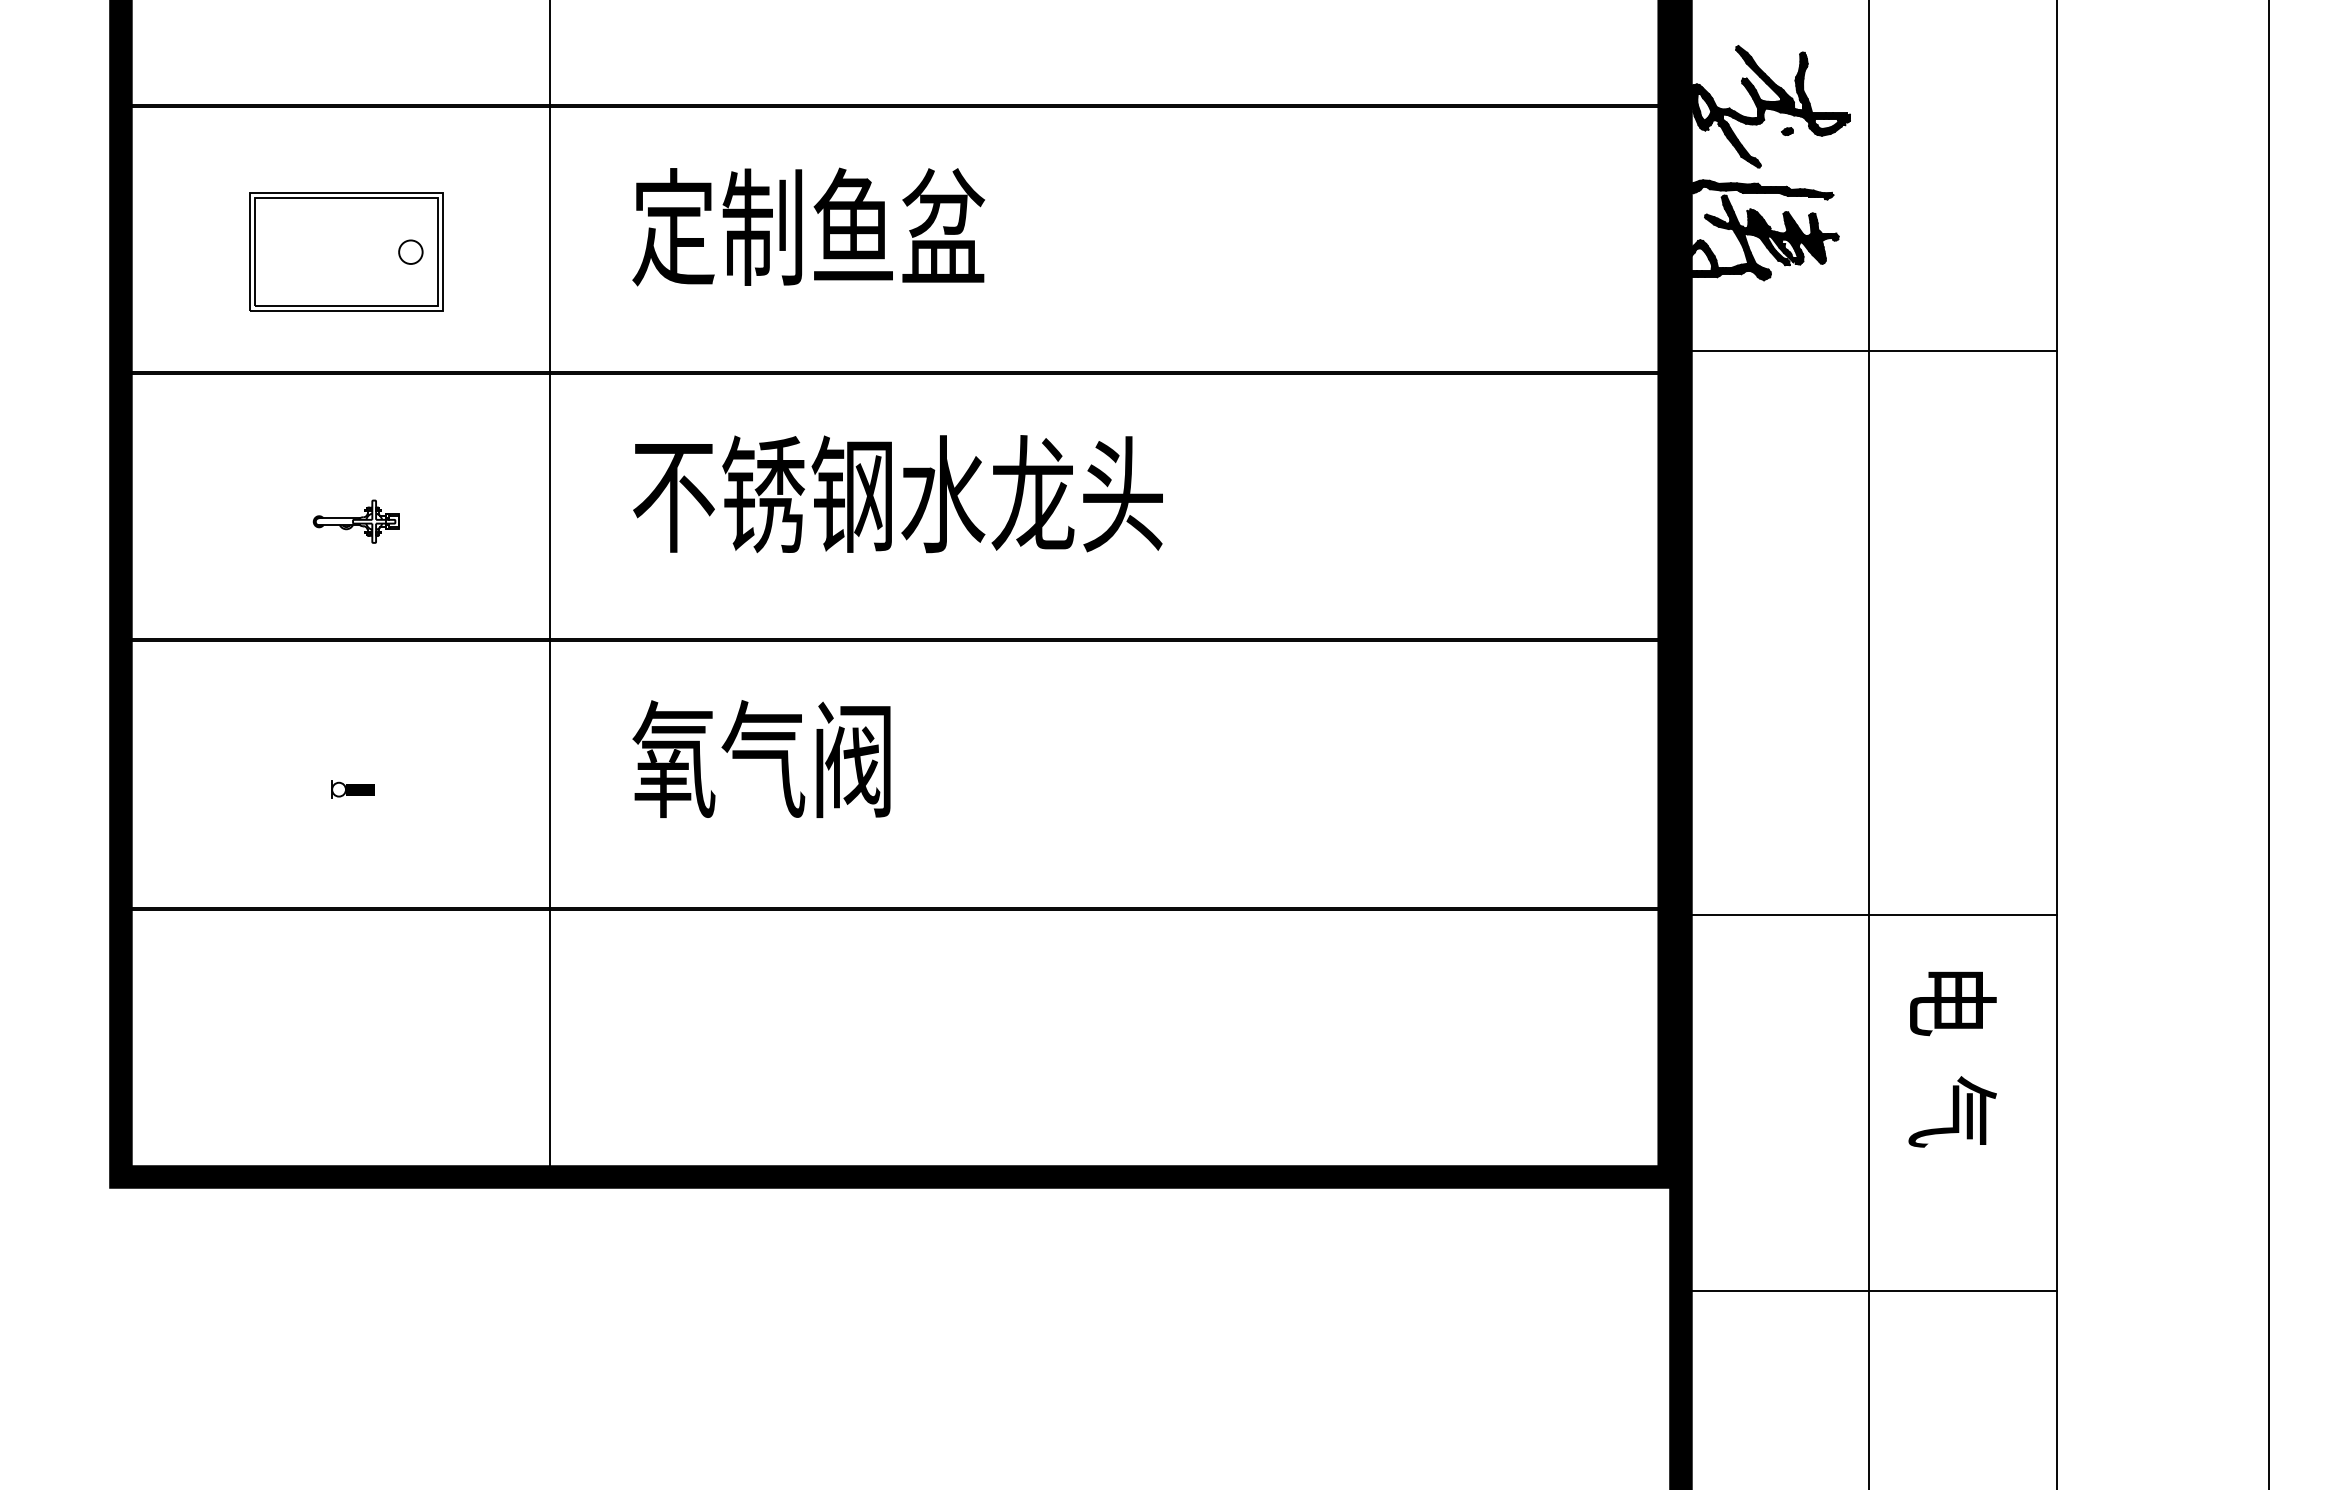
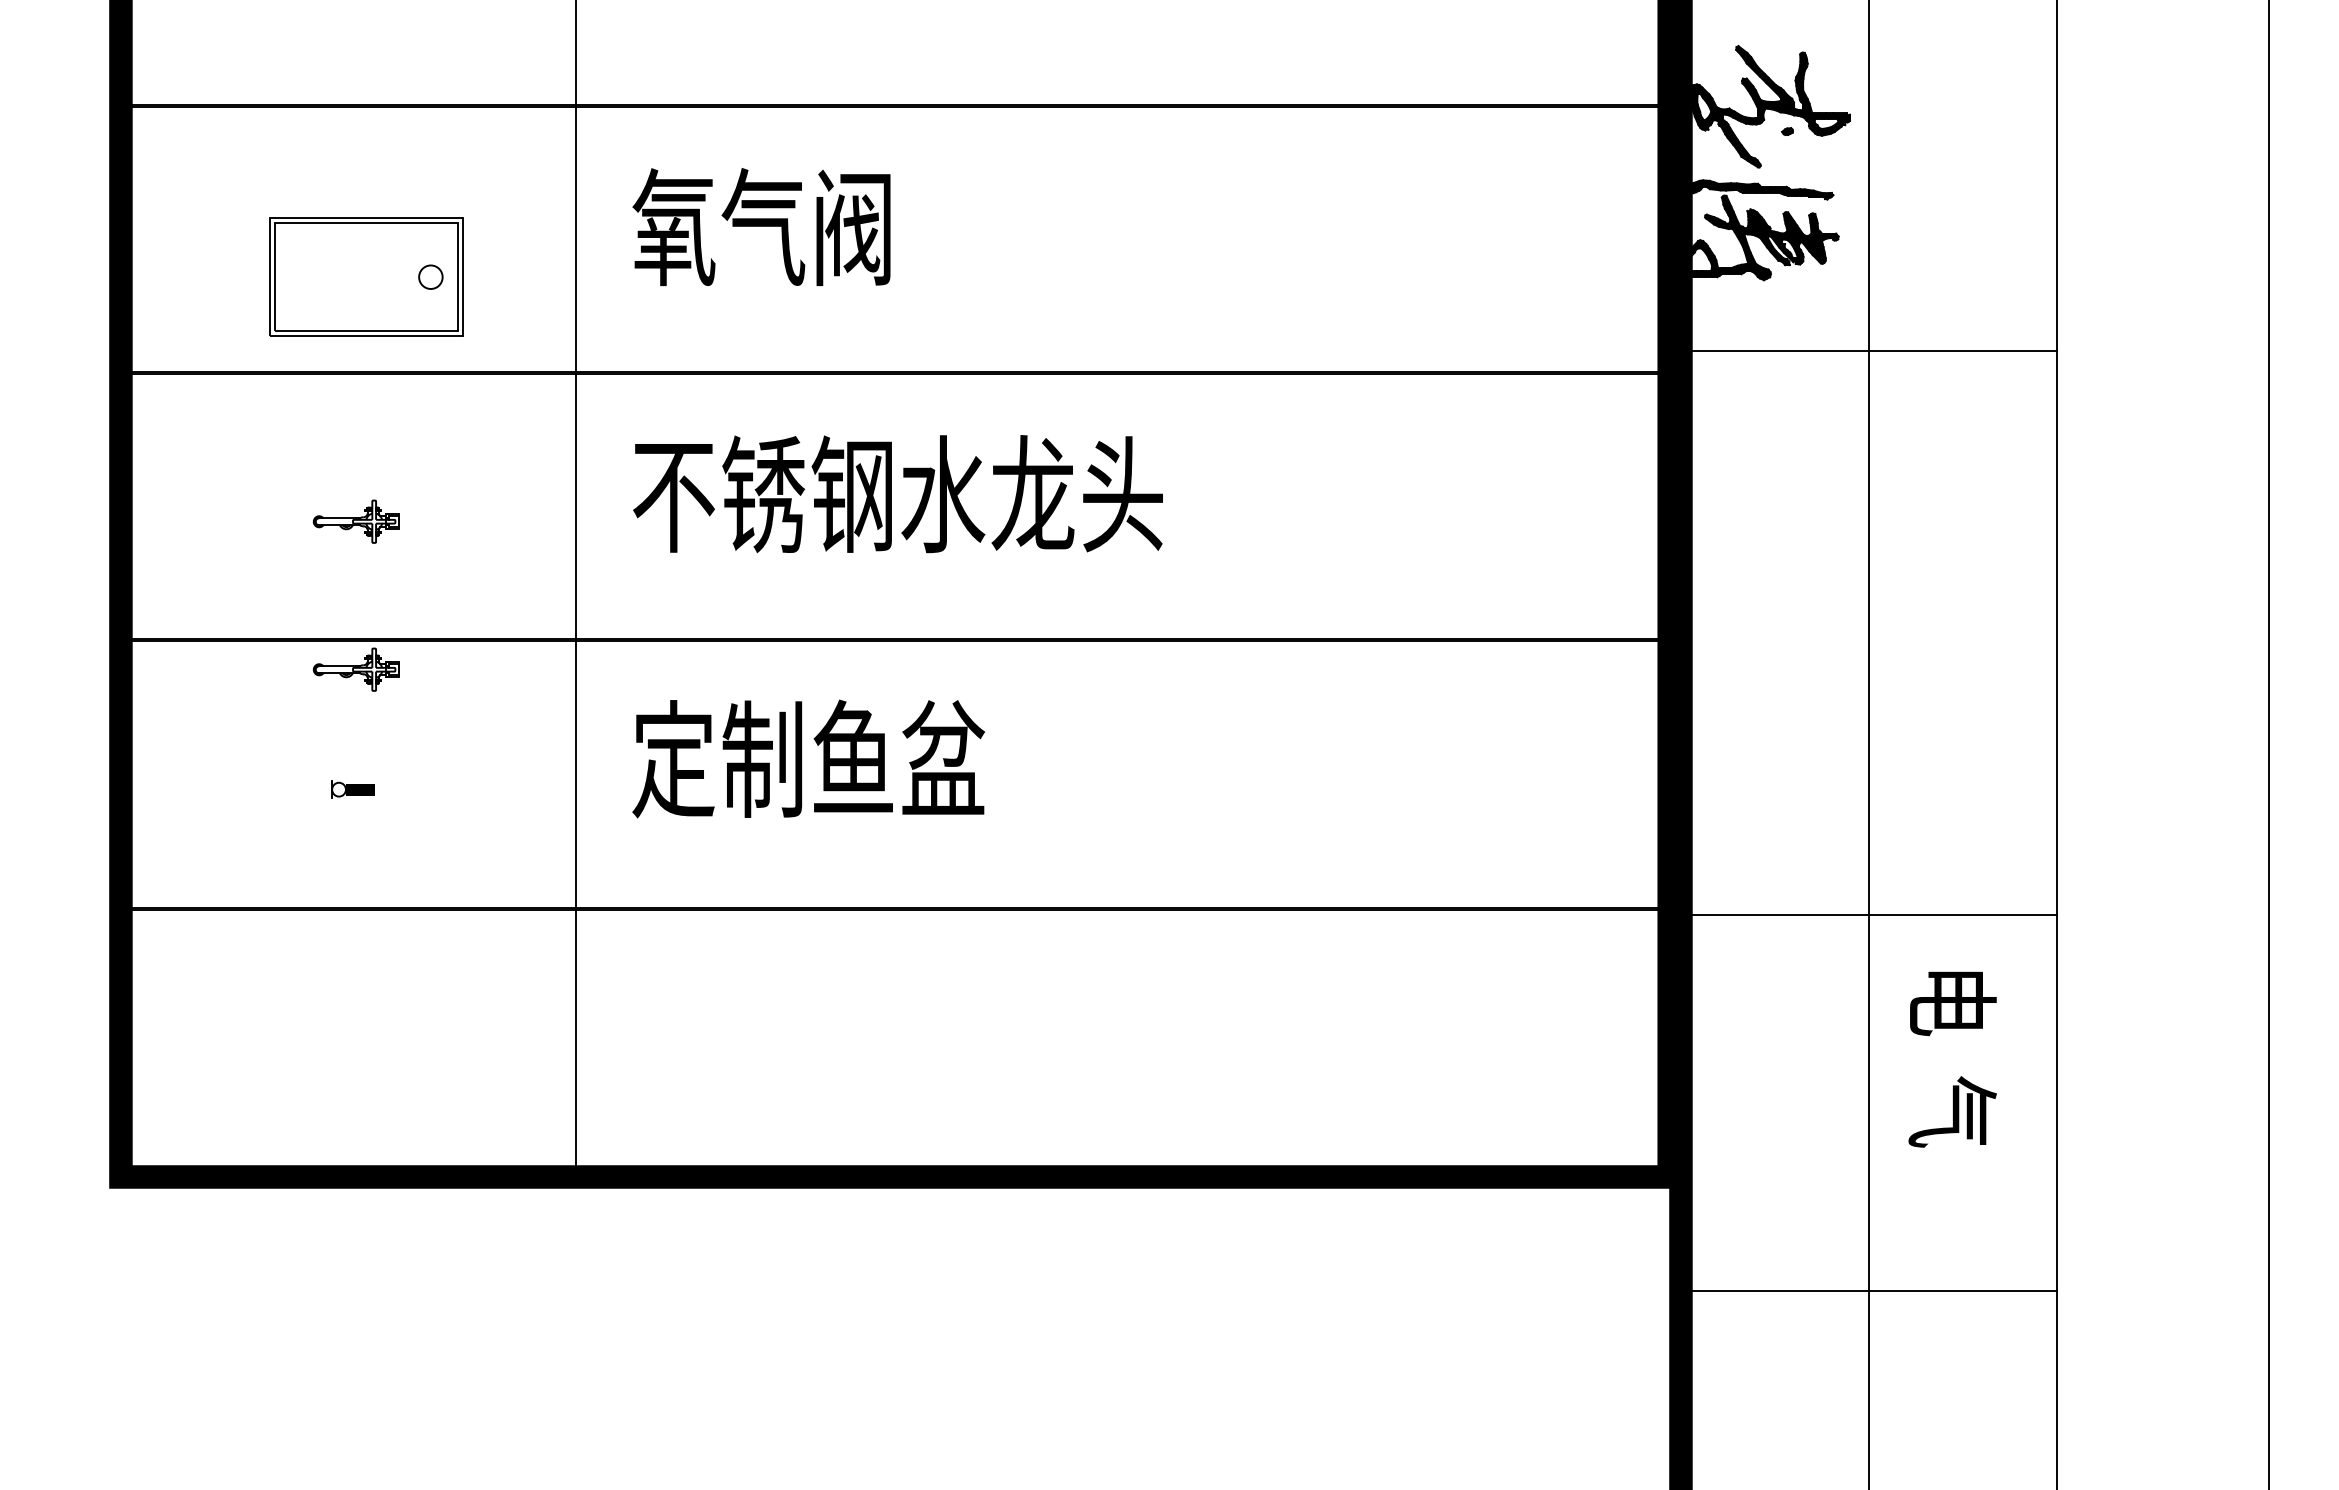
text at (808, 226): 定制鱼盆 -> 氧气阀
part at (346, 251) position: (346, 251) -> (366, 276)
line at (550, 588) position: (550, 588) -> (576, 588)
part at (355, 669): none -> present
text at (808, 758): 氧气阀 -> 定制鱼盆
